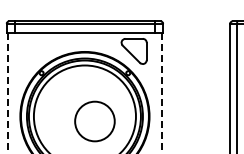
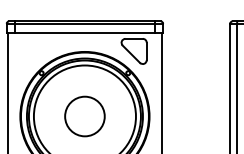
line at (8, 93): dashed -> solid
line at (161, 93): dashed -> solid
circle at (94, 121) position: (94, 121) -> (84, 116)
